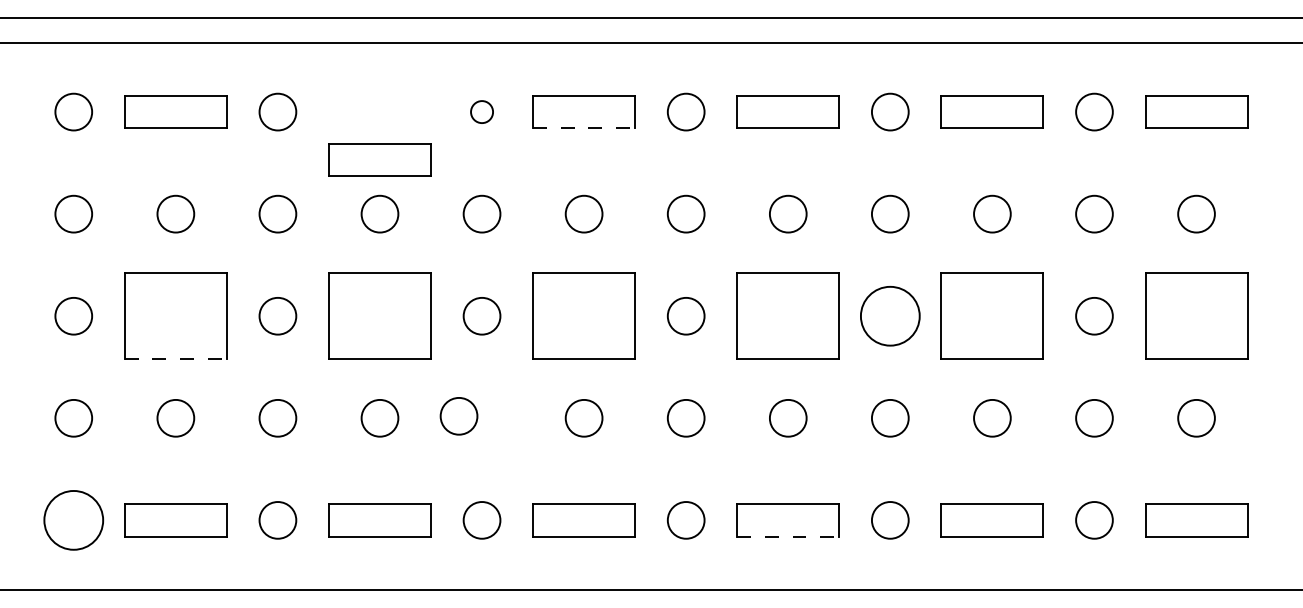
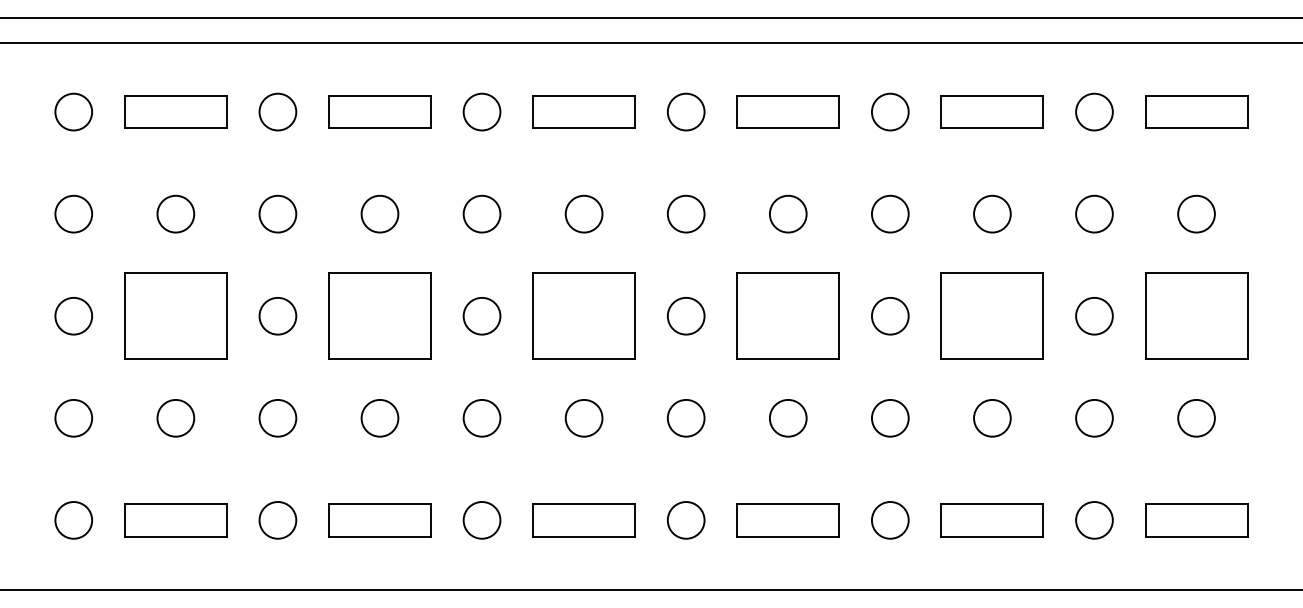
circle at (482, 112) diameter: 22 px -> 37 px
line at (584, 128): dashed -> solid
part at (379, 159) position: (379, 159) -> (379, 111)
circle at (889, 315) diameter: 59 px -> 37 px
line at (176, 359): dashed -> solid
circle at (458, 416) position: (458, 416) -> (481, 418)
circle at (73, 519) diameter: 59 px -> 37 px
line at (788, 536): dashed -> solid
